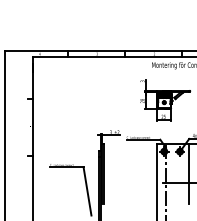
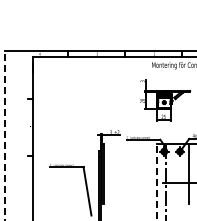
line at (4, 135): solid -> dashed
line at (157, 182): solid -> dashed
